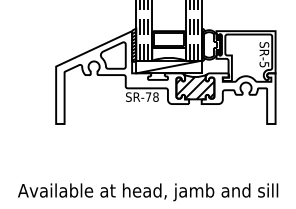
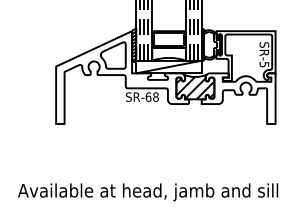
text at (148, 96): SR-78 -> SR-68
